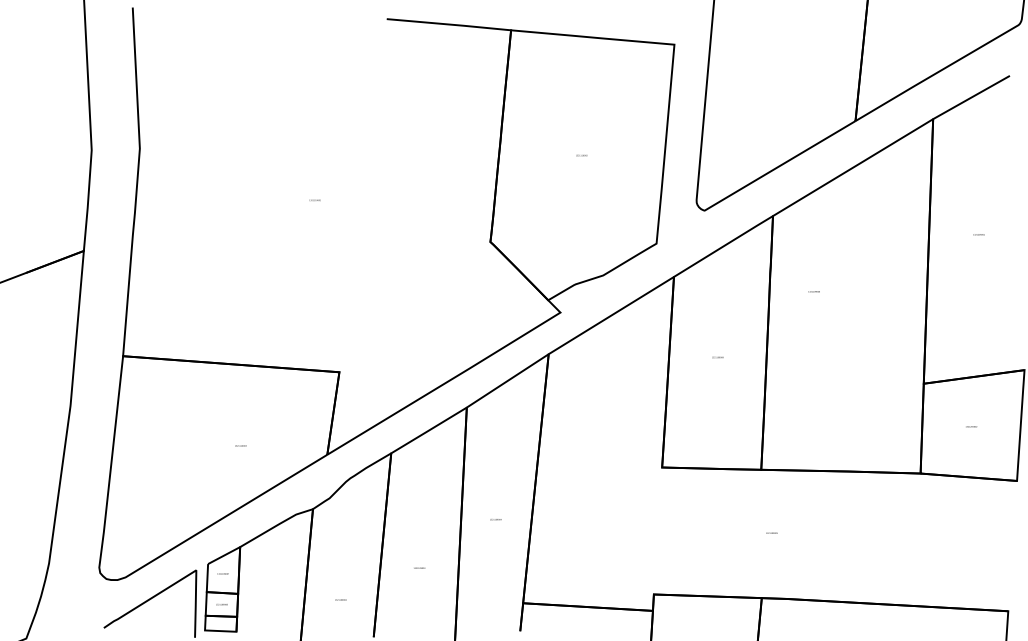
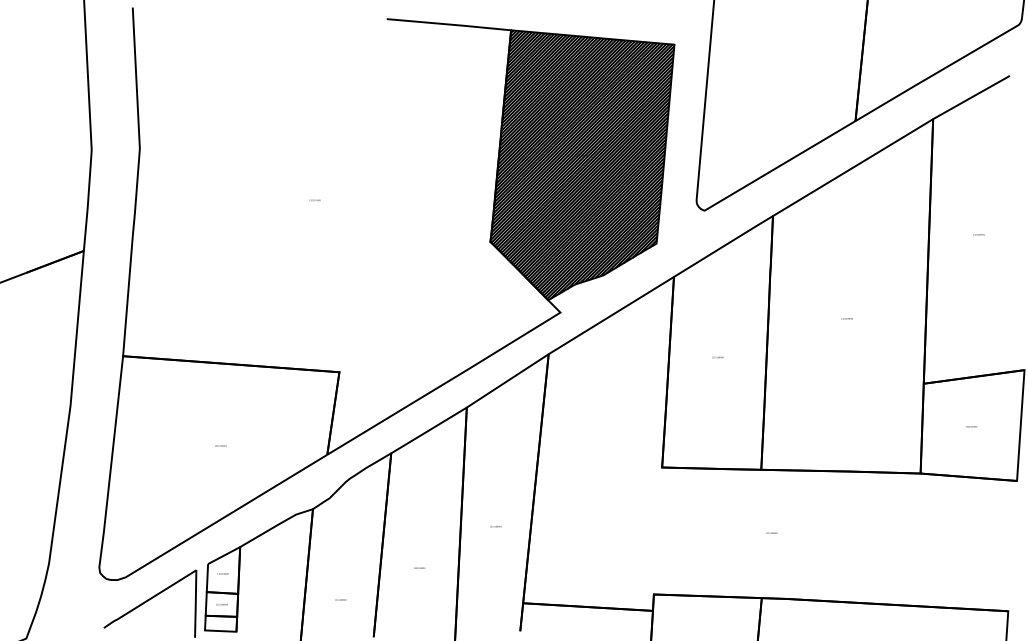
hatch at (582, 164): none -> present
text at (813, 291) position: (813, 291) -> (846, 318)
text at (240, 445) position: (240, 445) -> (220, 445)
text at (495, 519) position: (495, 519) -> (495, 526)
